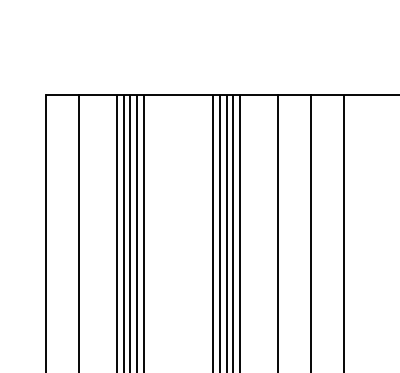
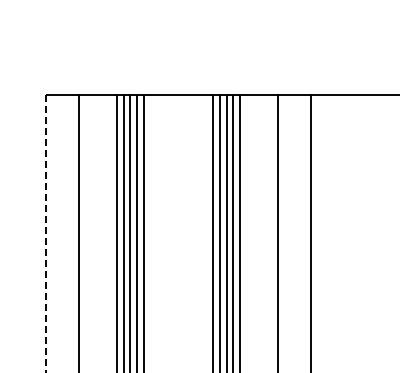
line at (344, 232): present -> none
line at (45, 234): solid -> dashed
